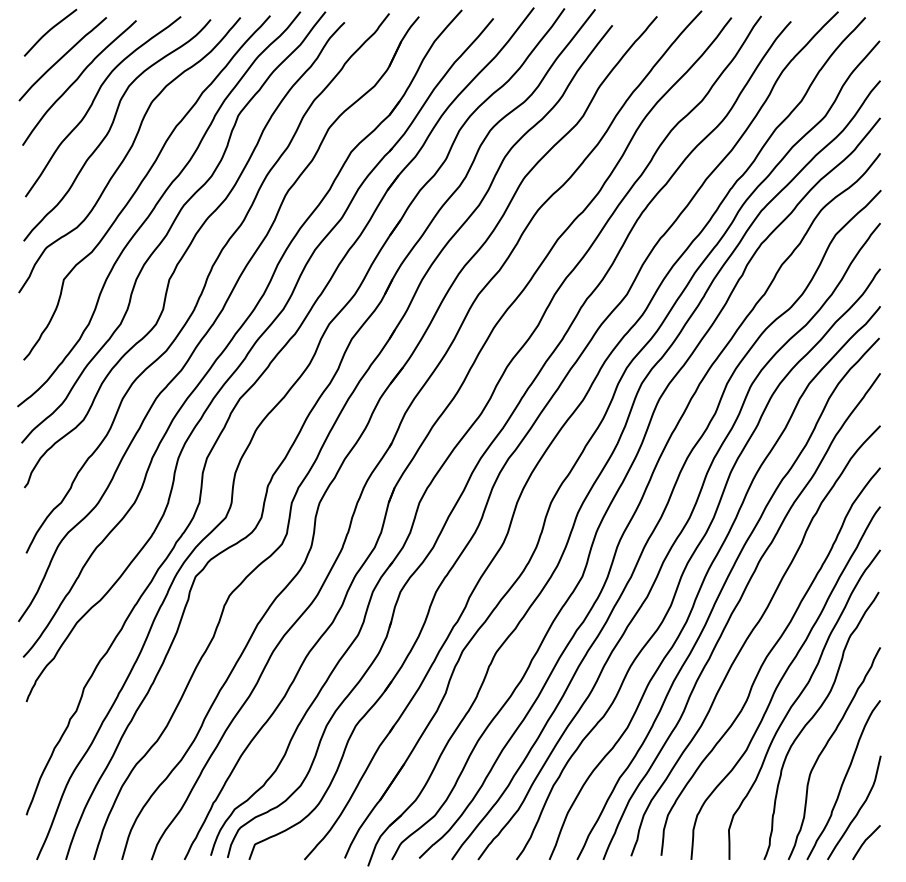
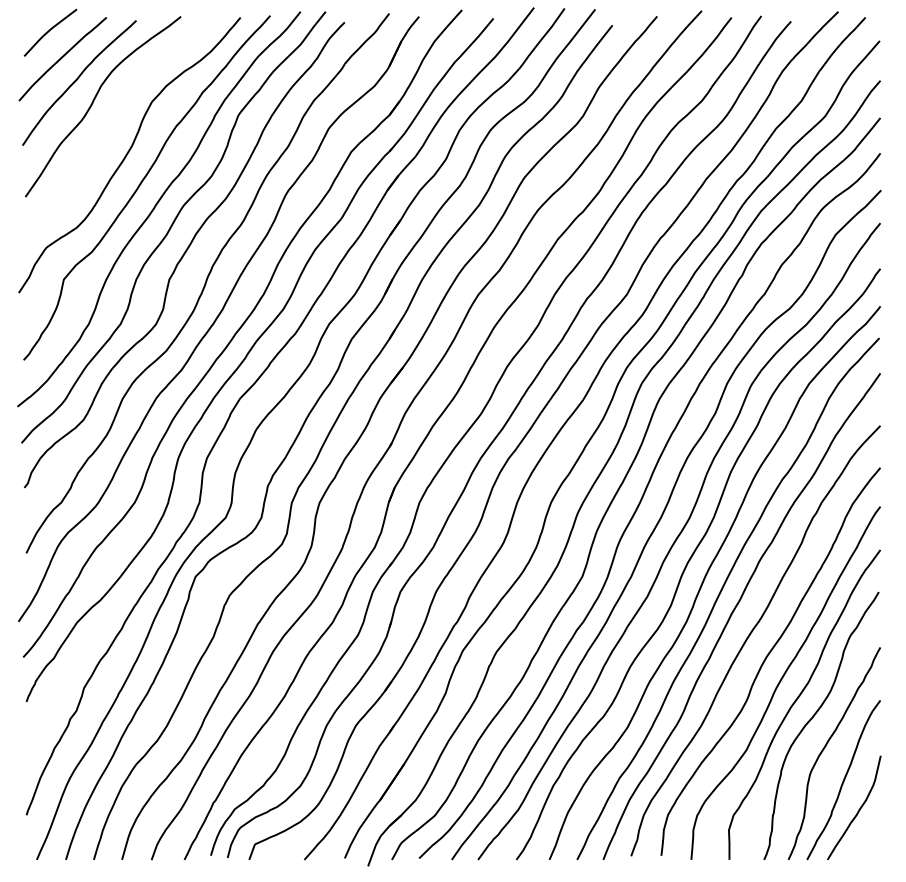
curve at (111, 128): present -> none
curve at (865, 842): present -> none
